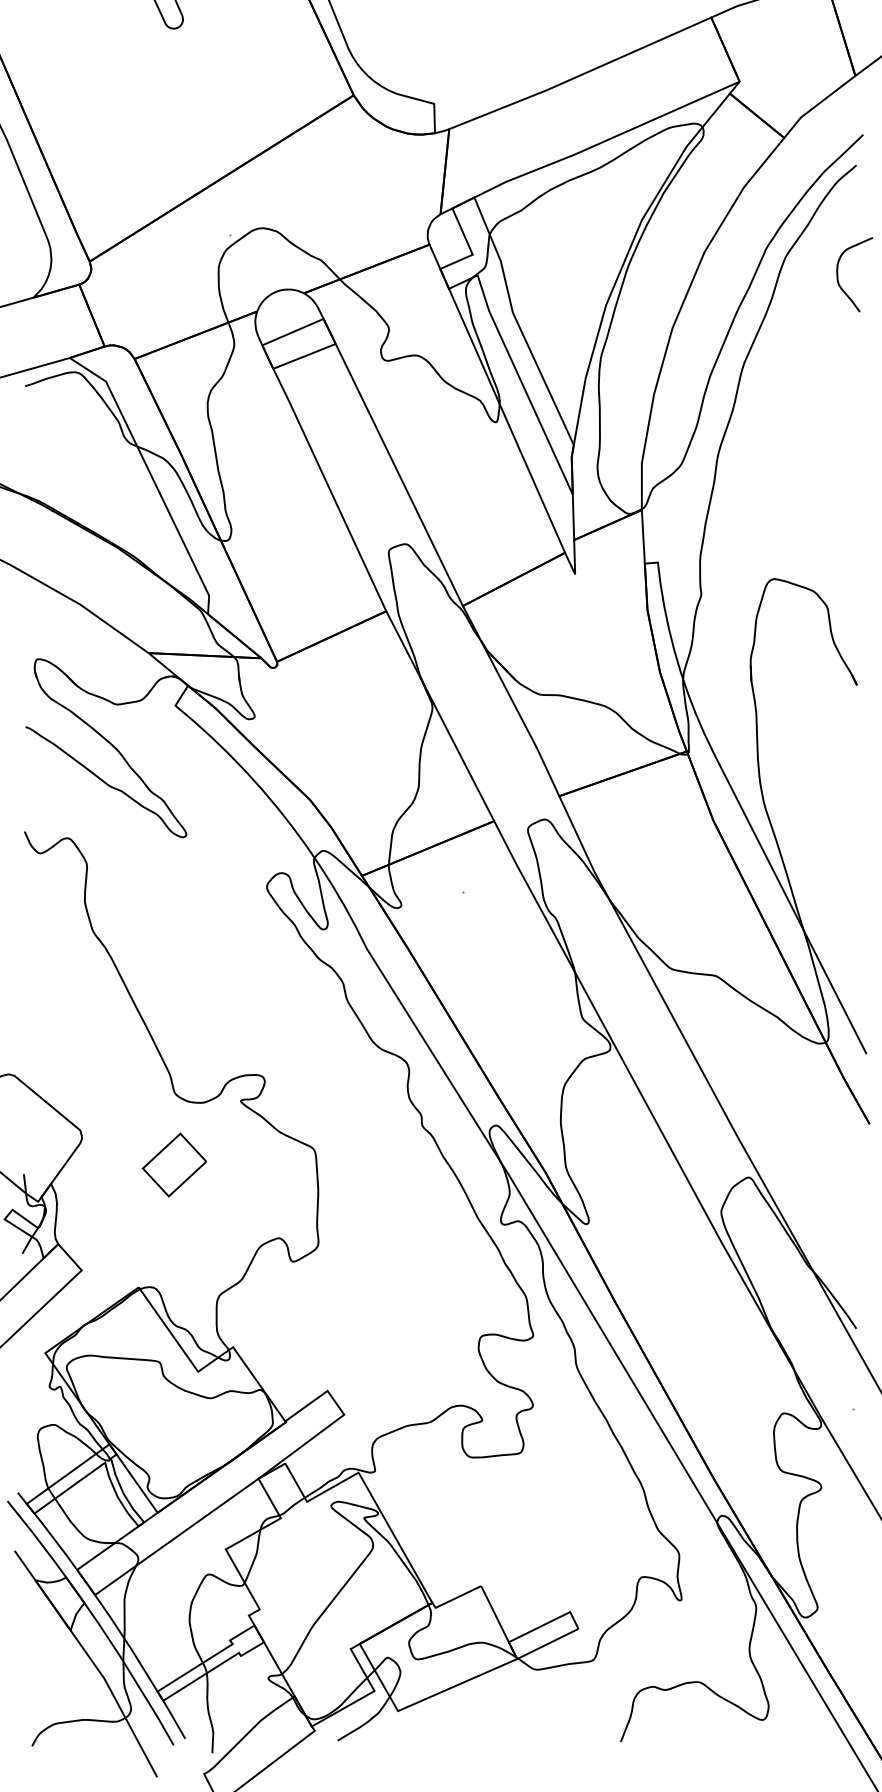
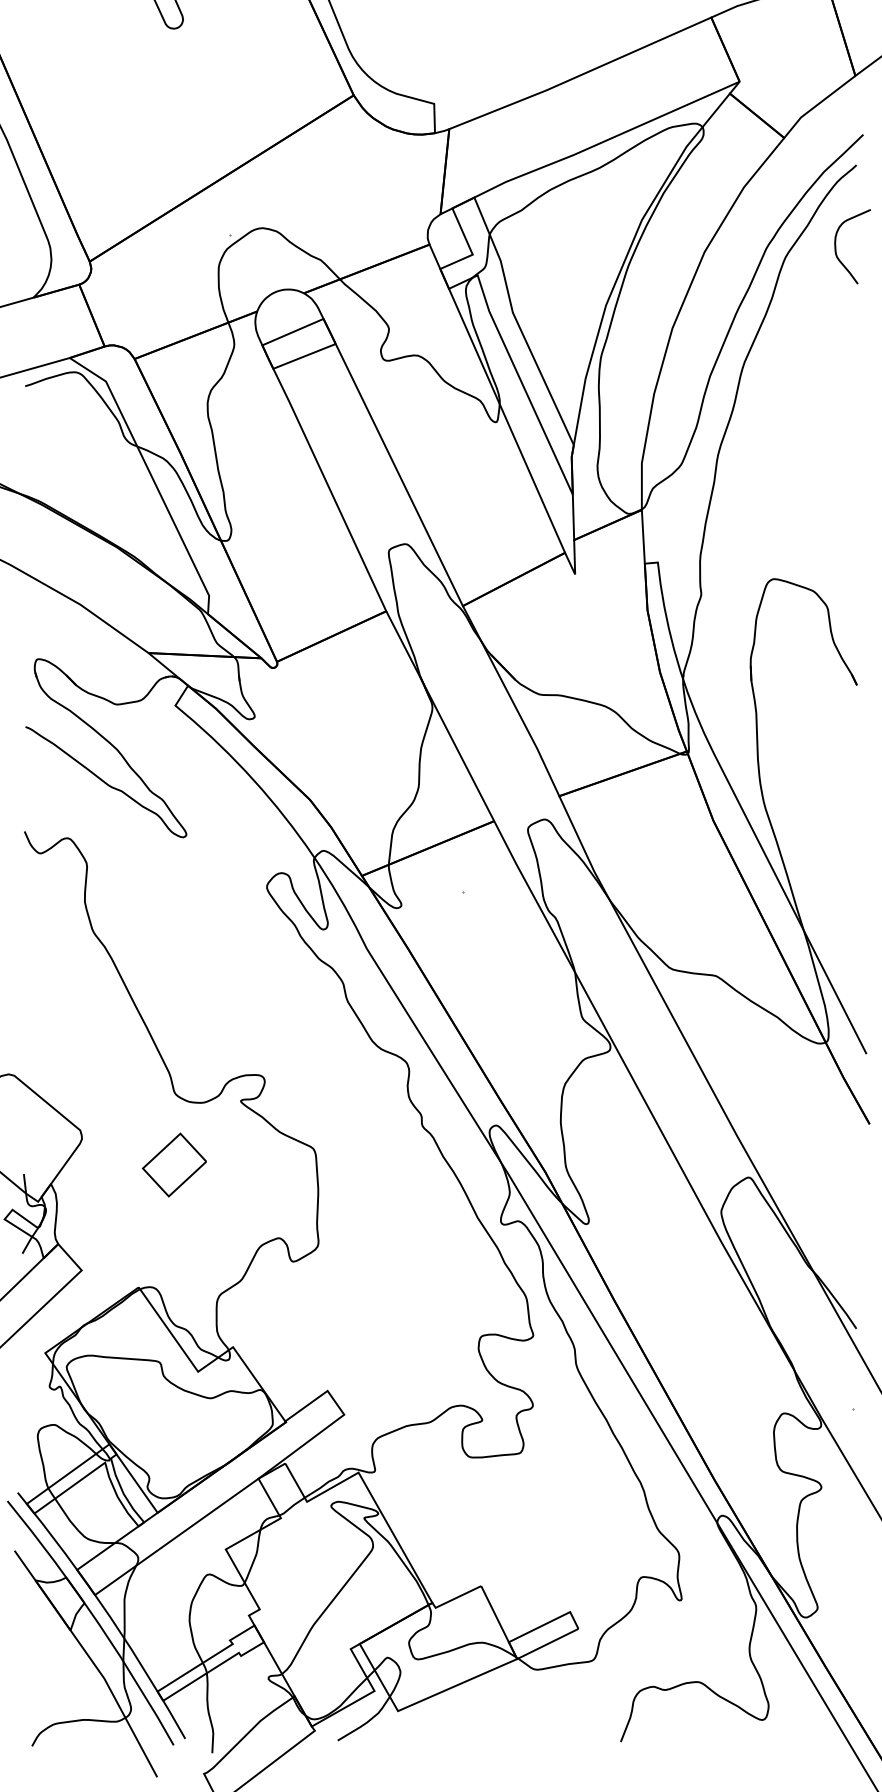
curve at (838, 274) position: (838, 274) -> (836, 246)
